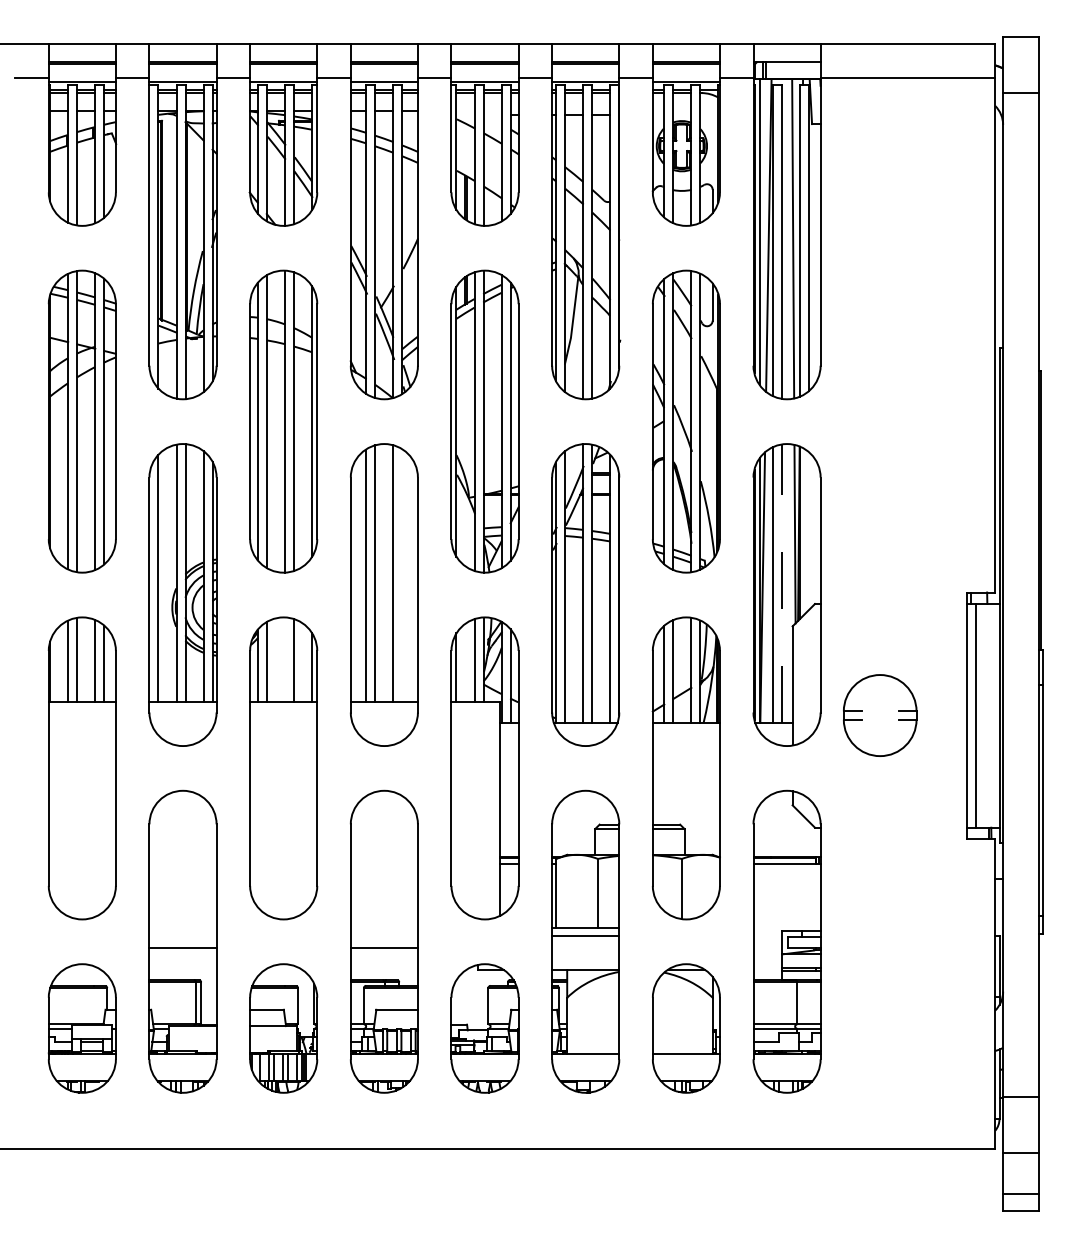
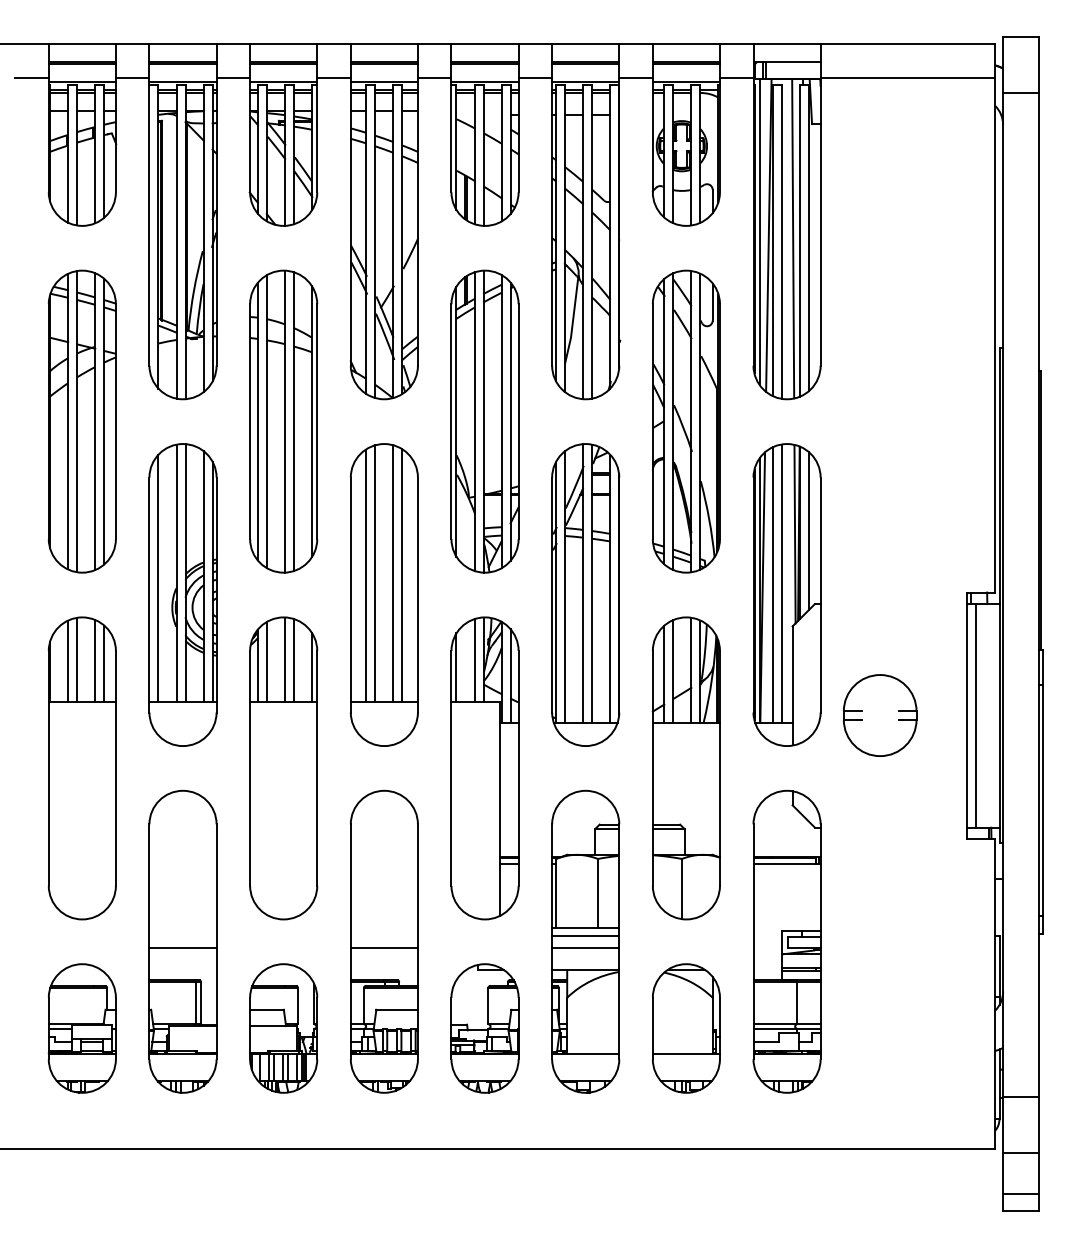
line at (808, 531): none -> present
line at (402, 575): none -> present
line at (781, 583): dashed -> solid
line at (284, 659): none -> present
line at (585, 947): none -> present
